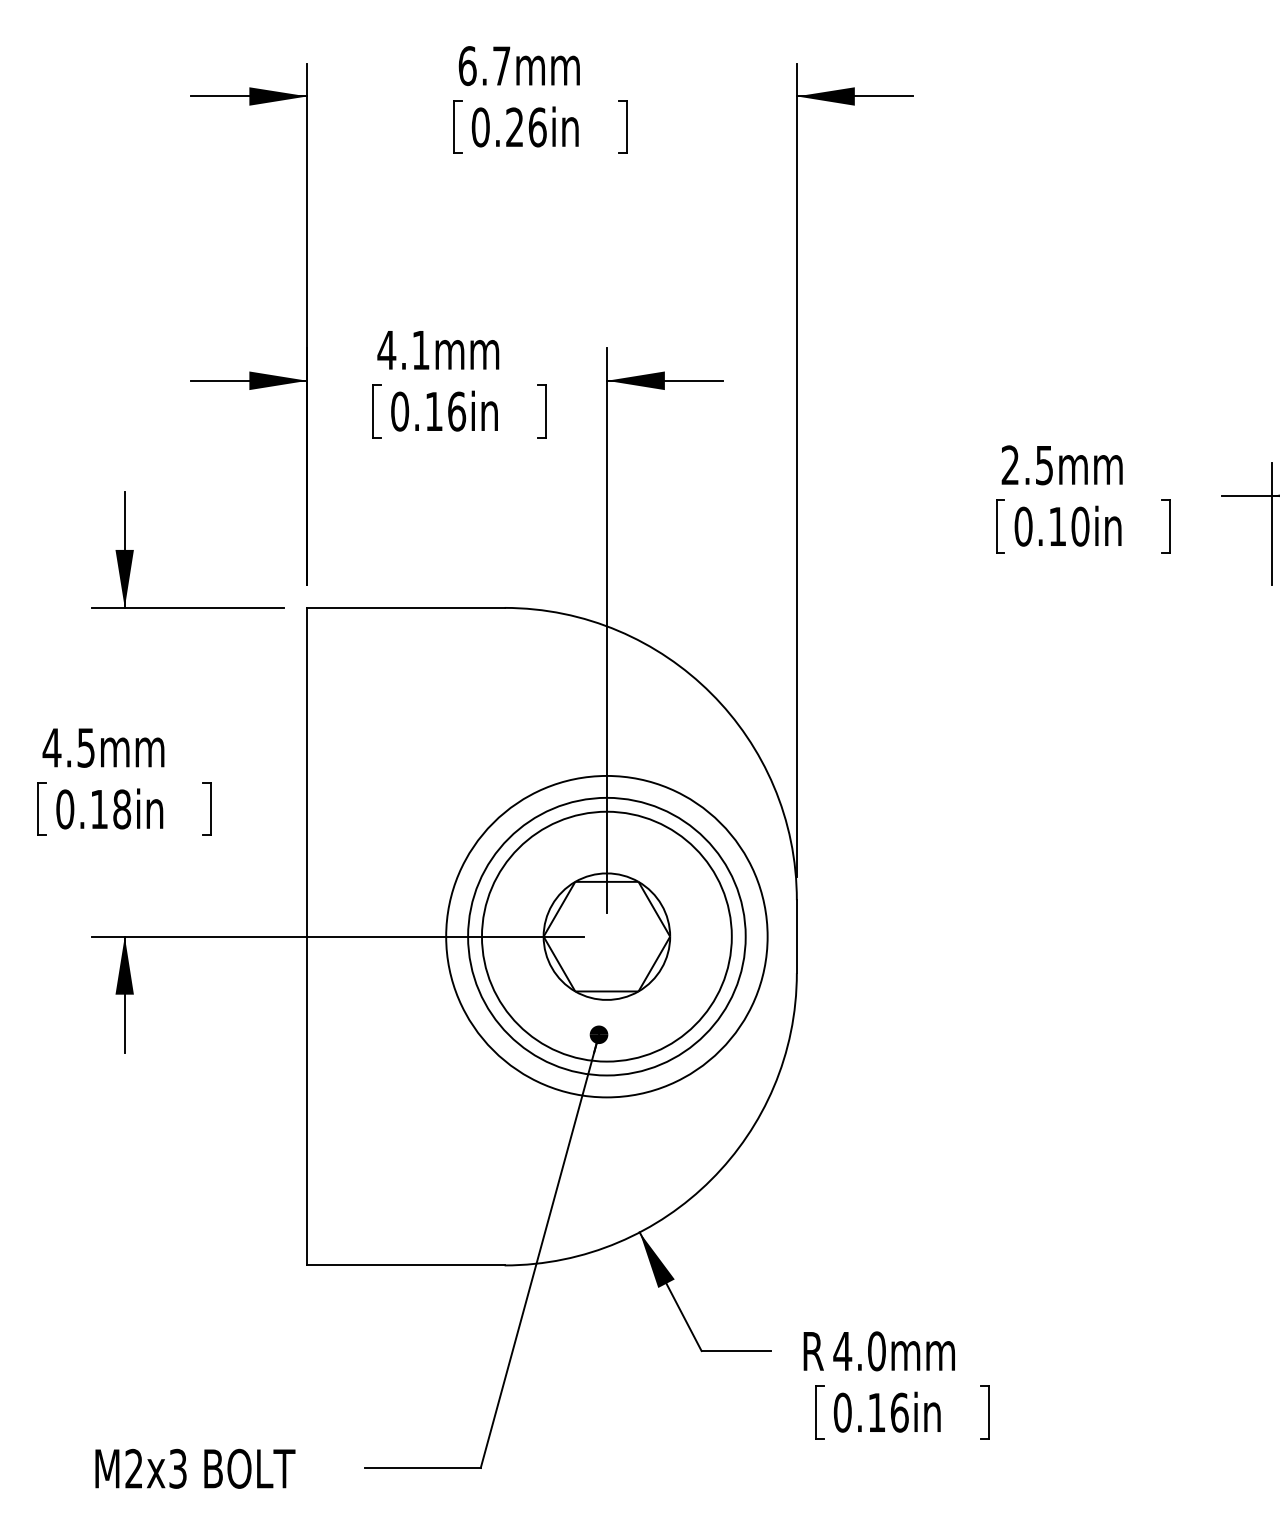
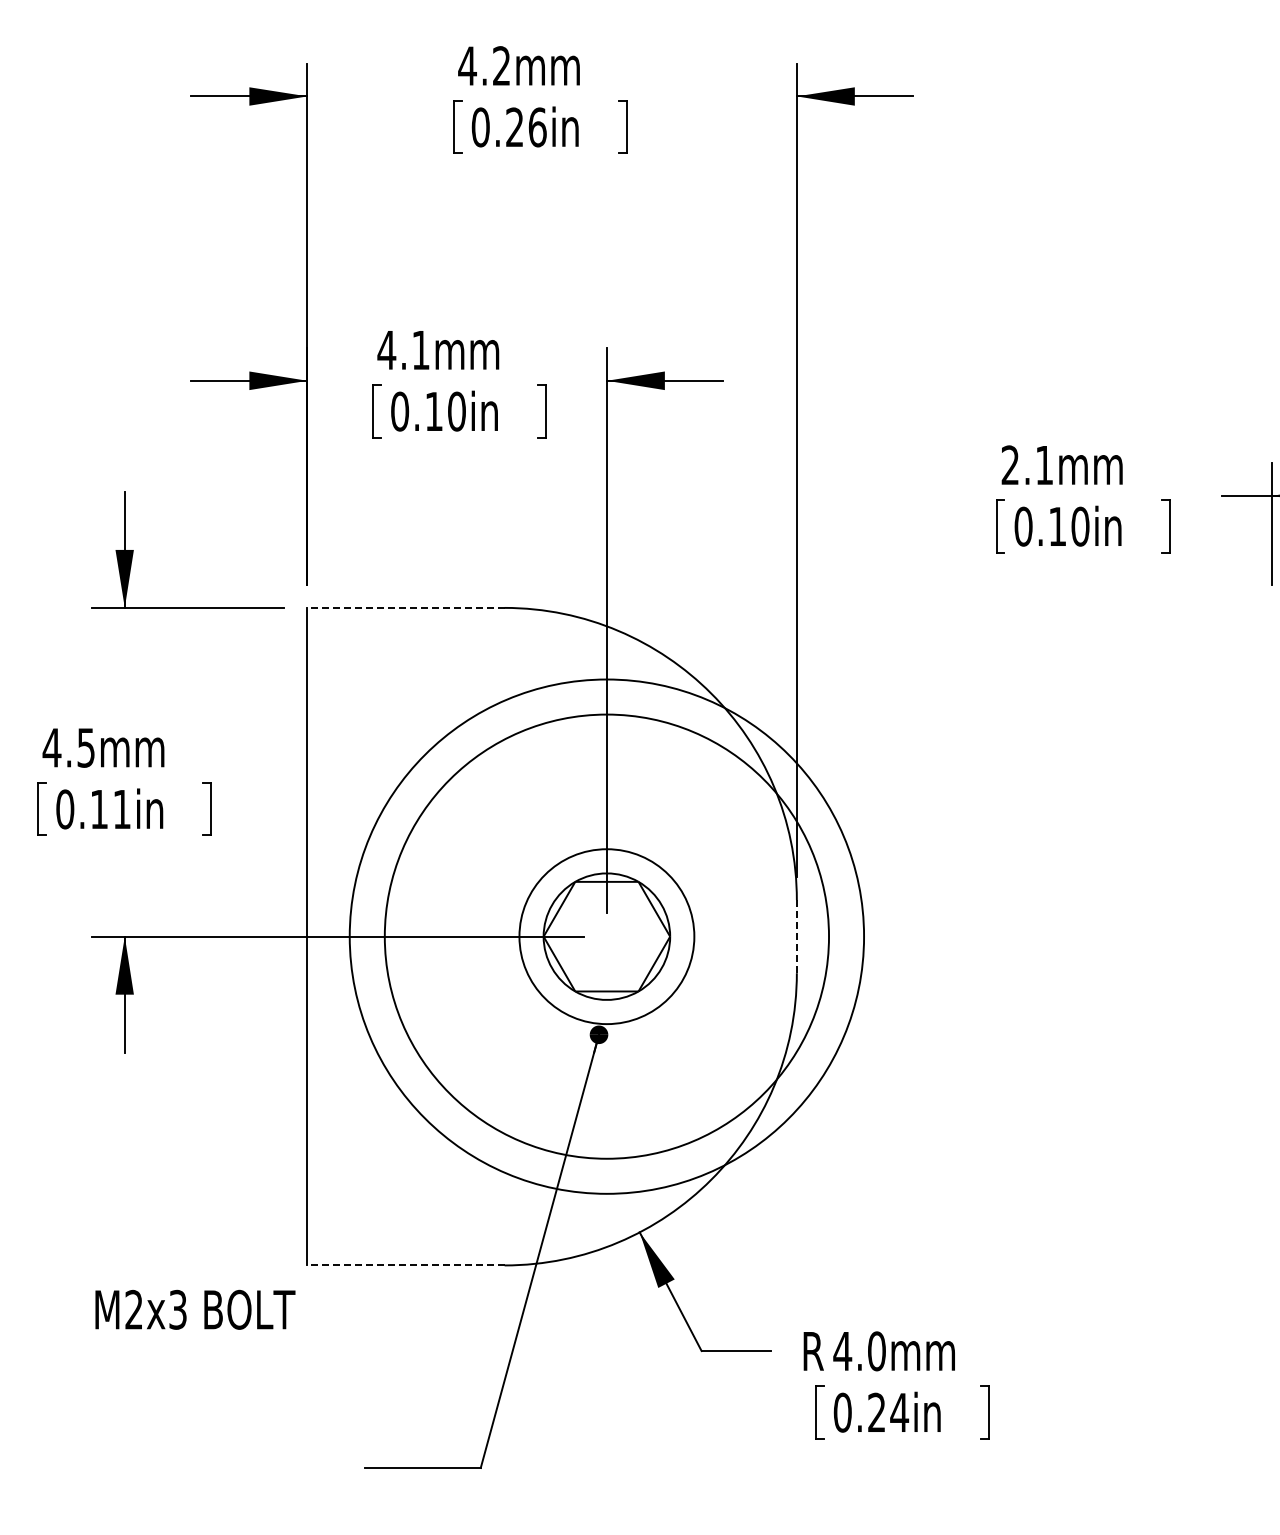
text at (484, 66): 6.7mm -> 4.2mm
text at (457, 411): 0.16in -> 0.10in
text at (1044, 465): 2.5mm -> 2.1mm
line at (406, 607): solid -> dashed
text at (122, 809): 0.18in -> 0.11in
circle at (606, 936) diameter: 250 px -> 175 px
circle at (606, 936) diameter: 278 px -> 444 px
circle at (606, 936) diameter: 321 px -> 514 px
line at (796, 936): solid -> dashed
line at (406, 1265): solid -> dashed
text at (888, 1412): 0.16in -> 0.24in
text at (195, 1468) position: (195, 1468) -> (195, 1309)
